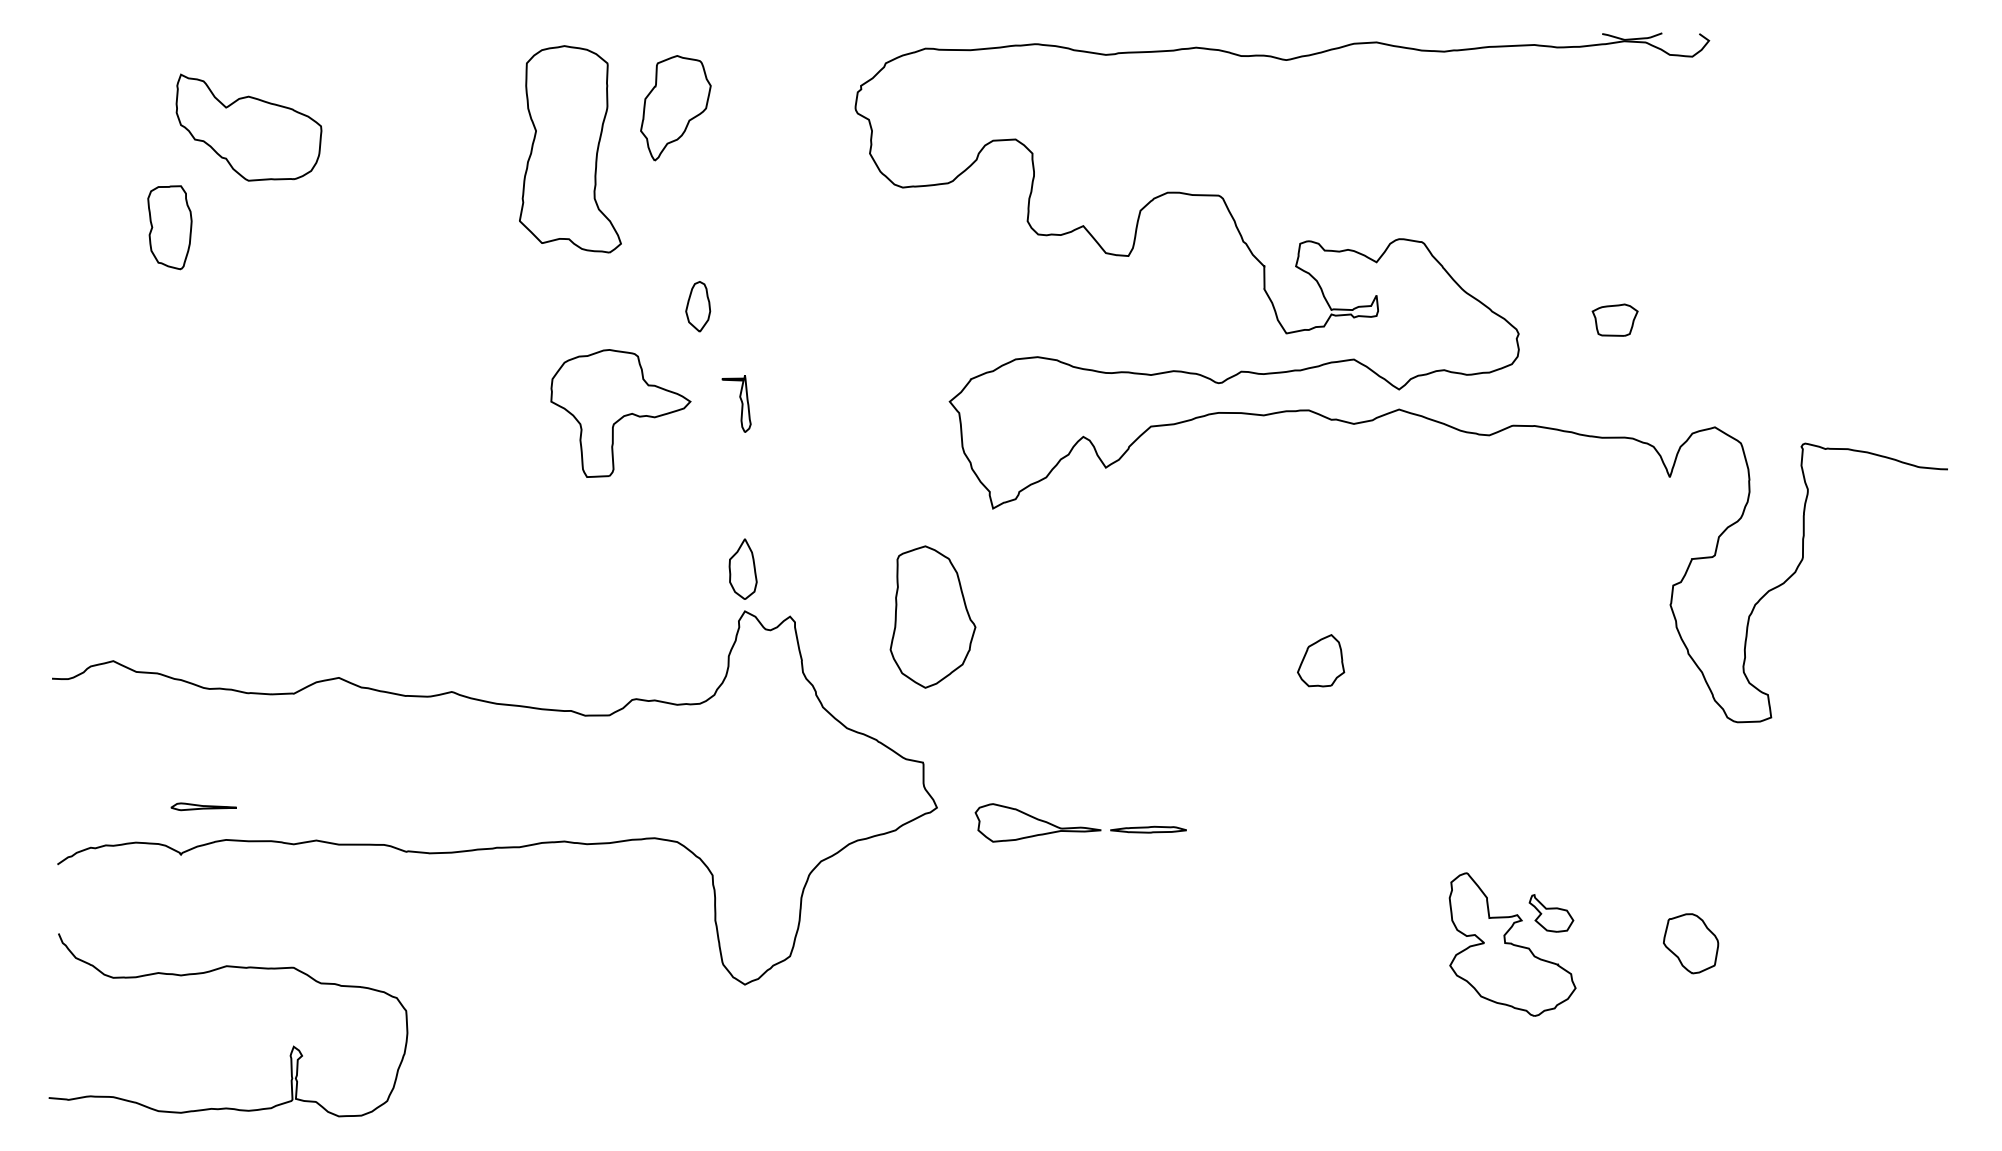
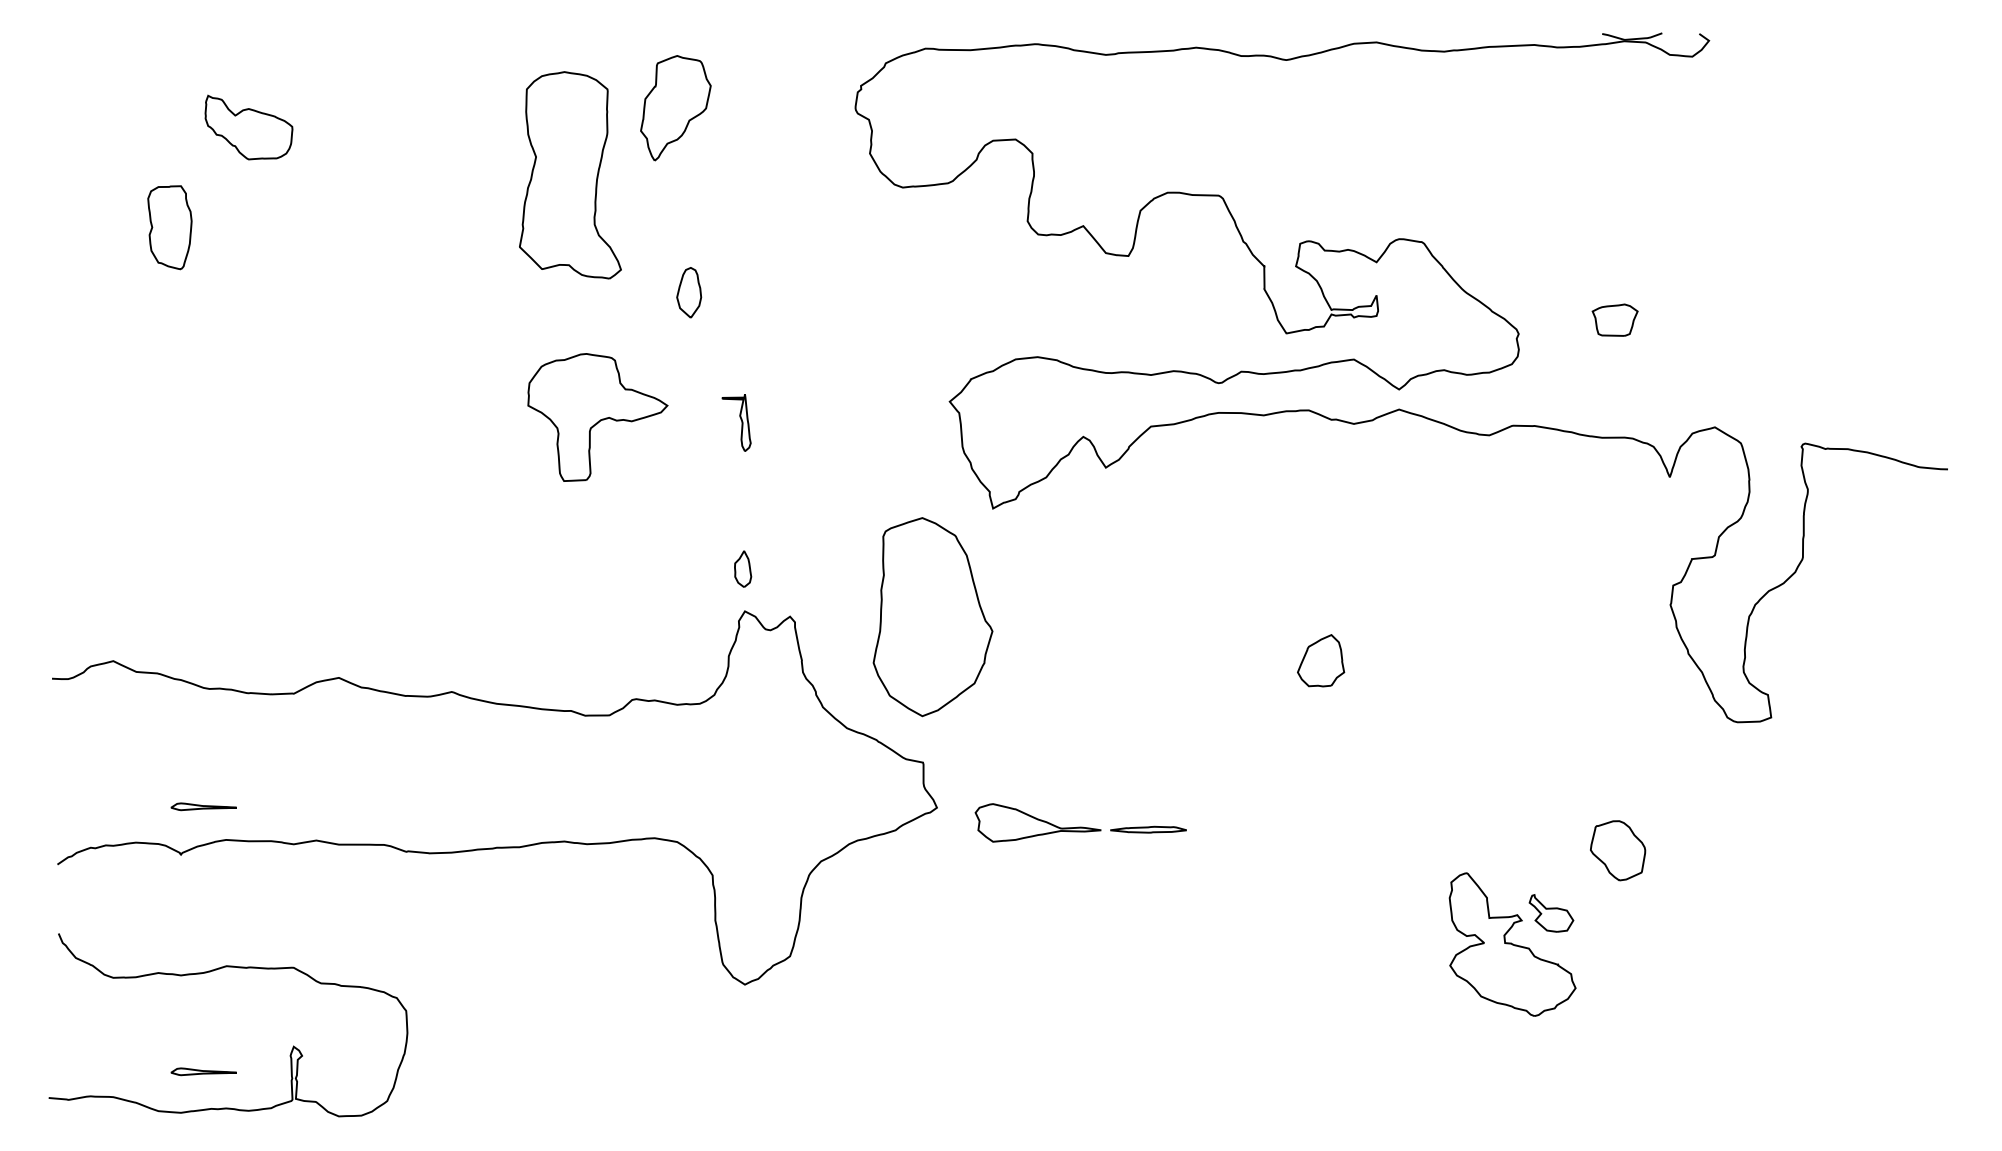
part at (248, 127) size: 148x109 px -> 90x67 px
part at (570, 149) position: (570, 149) -> (570, 175)
part at (698, 306) position: (698, 306) -> (689, 292)
part at (736, 403) position: (736, 403) -> (736, 422)
part at (620, 413) position: (620, 413) -> (597, 417)
part at (742, 568) size: 30x62 px -> 19x38 px
part at (932, 616) size: 88x144 px -> 122x201 px
part at (1691, 943) position: (1691, 943) -> (1618, 850)
part at (203, 1071): none -> present
